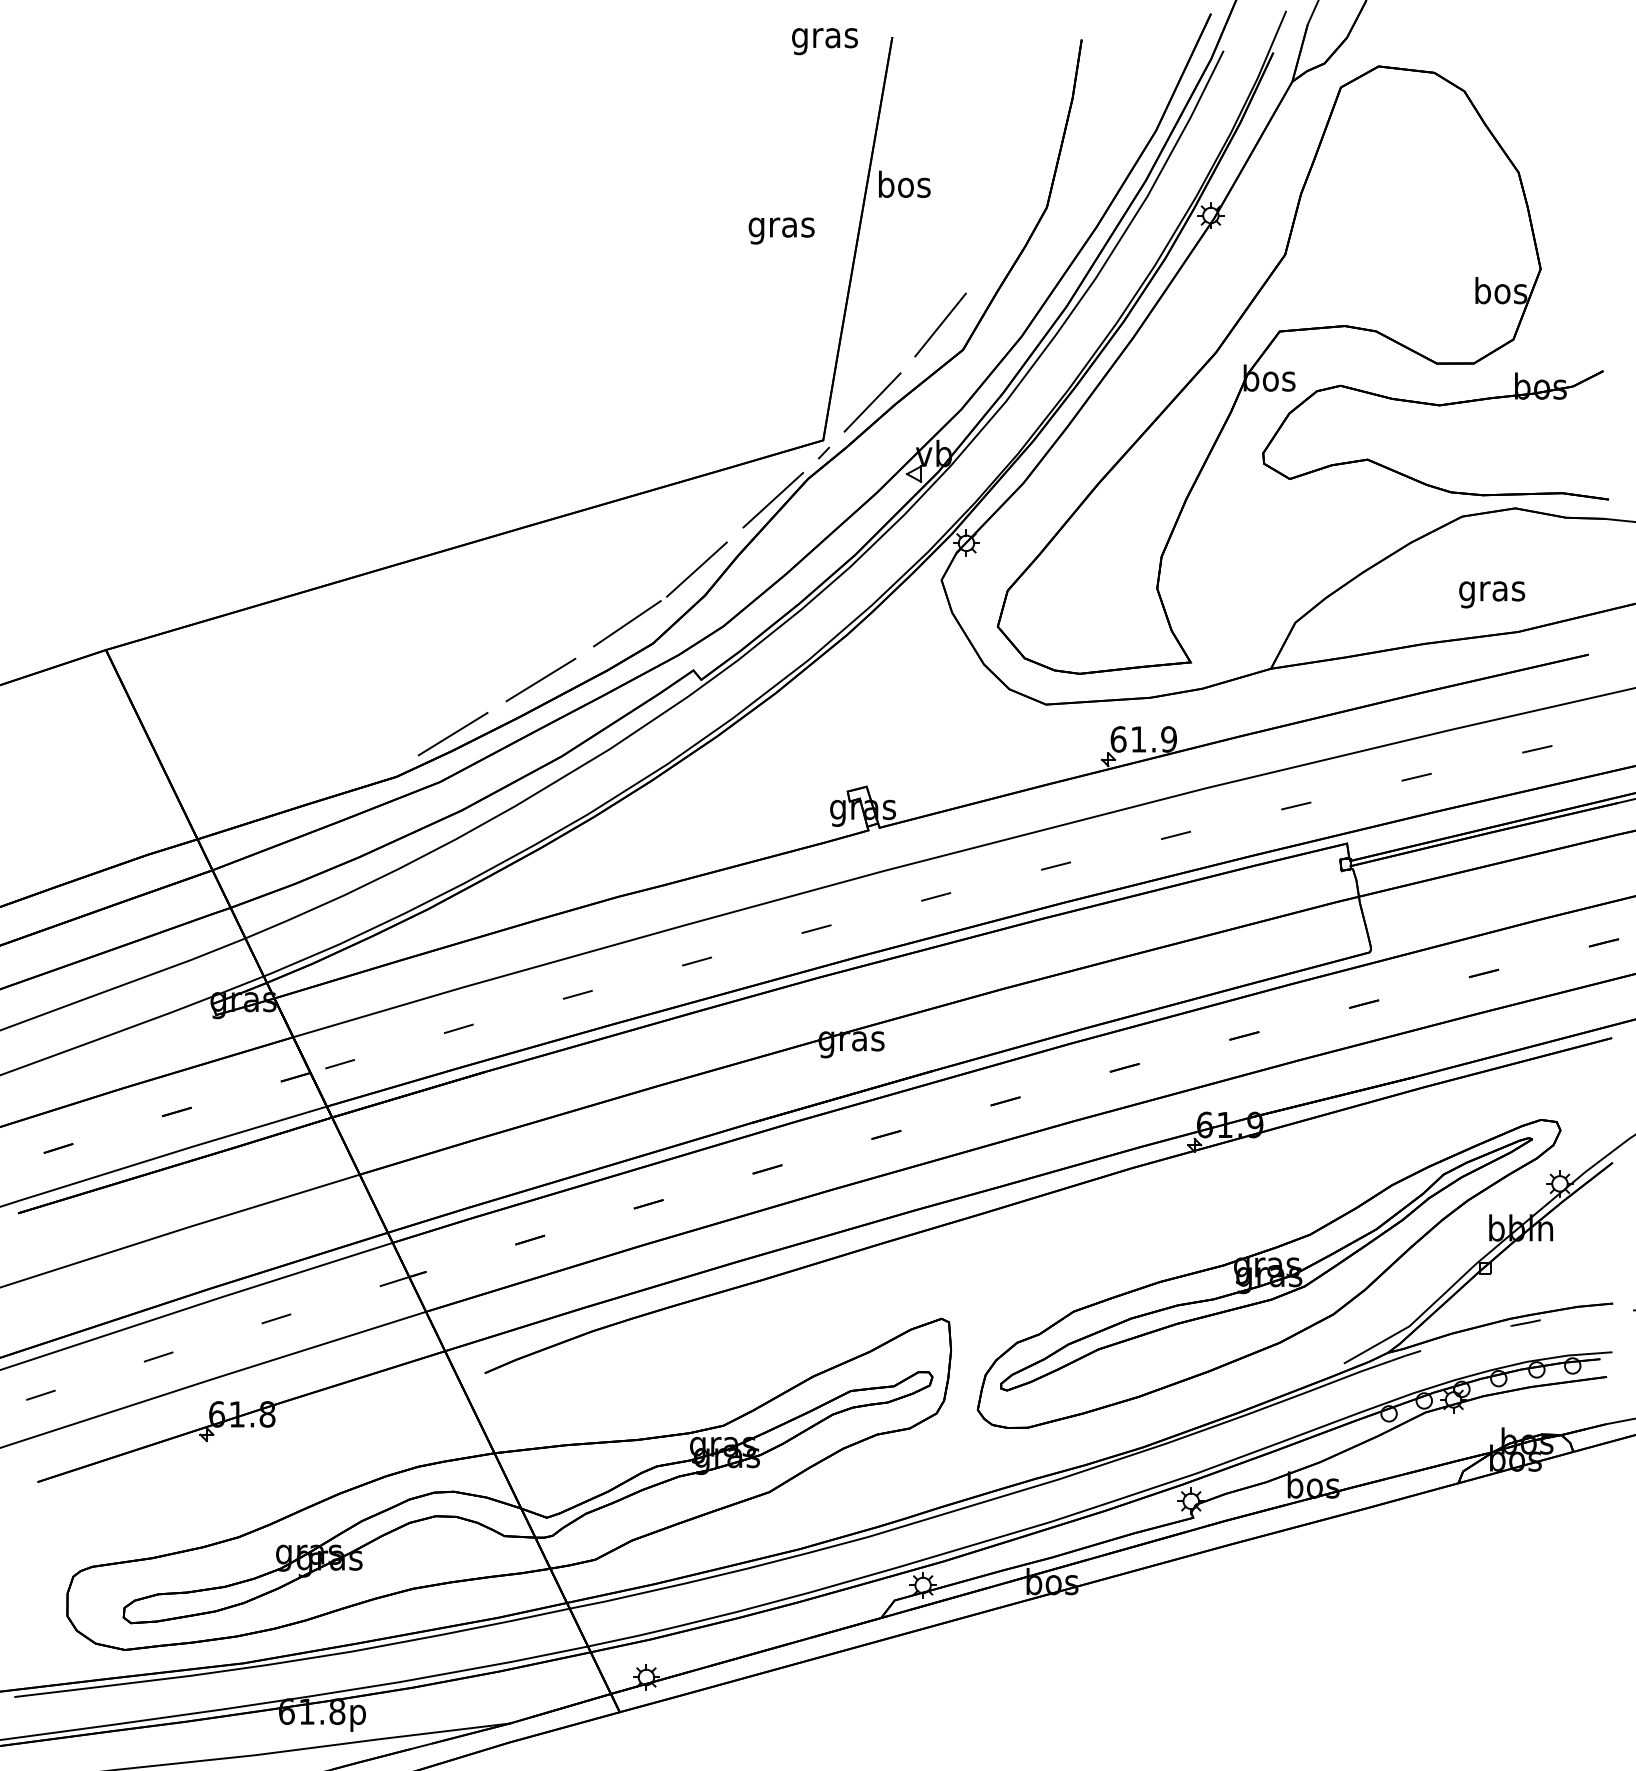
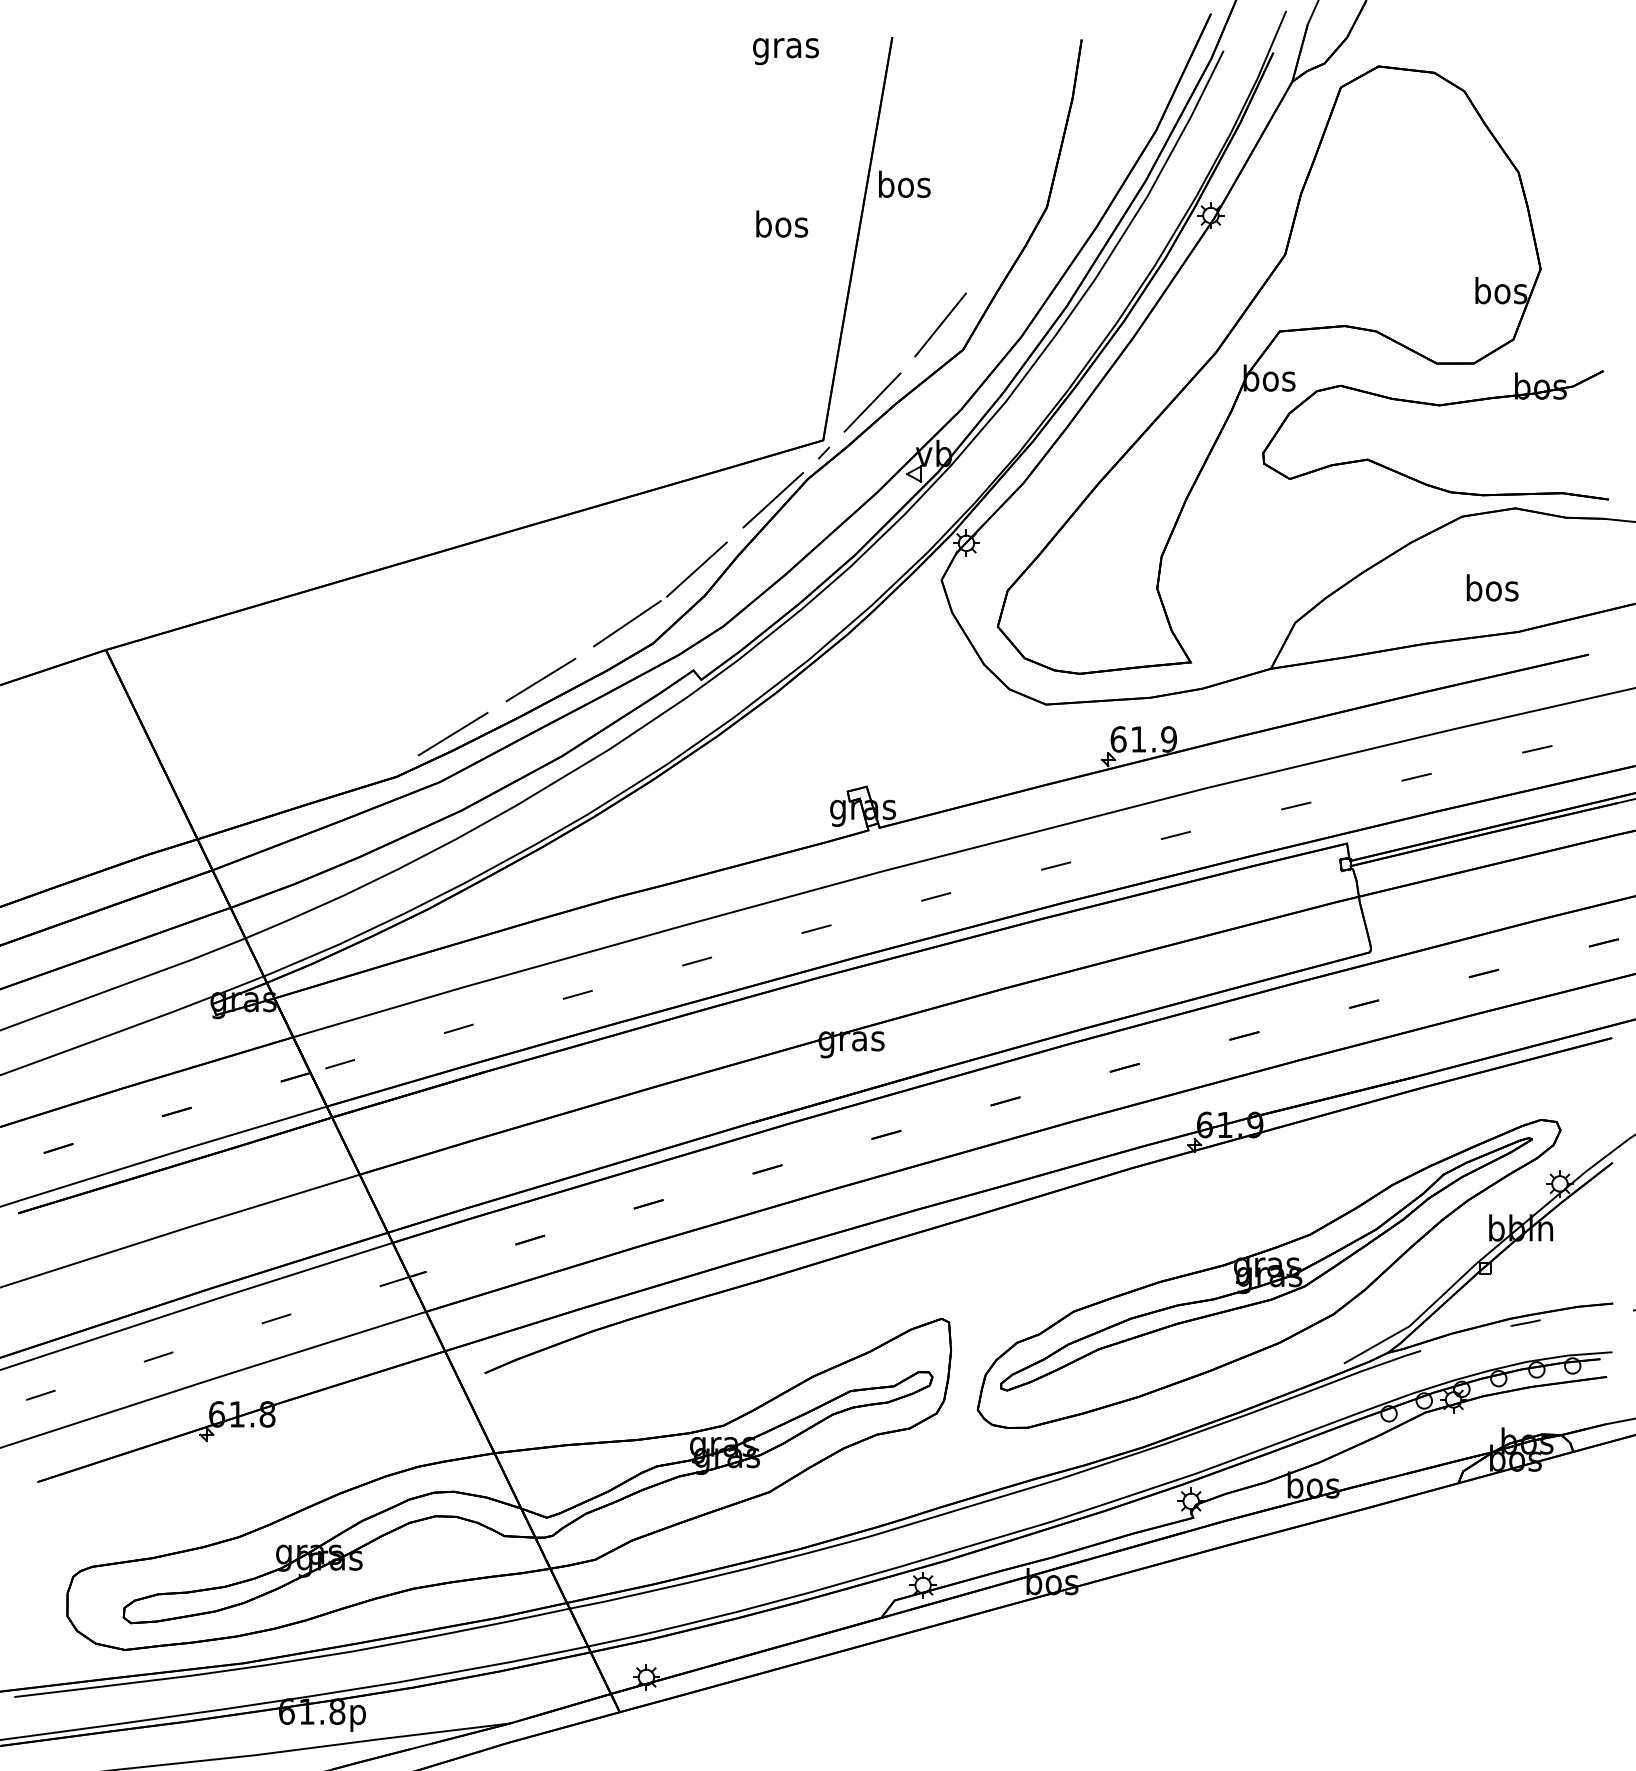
text at (824, 41) position: (824, 41) -> (785, 51)
text at (781, 227): gras -> bos
text at (1492, 591): gras -> bos
